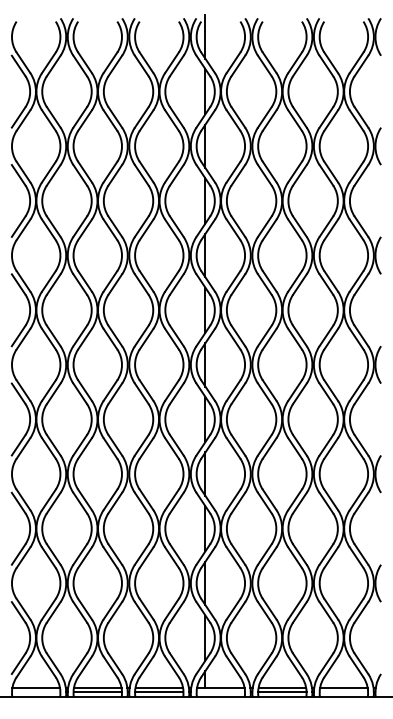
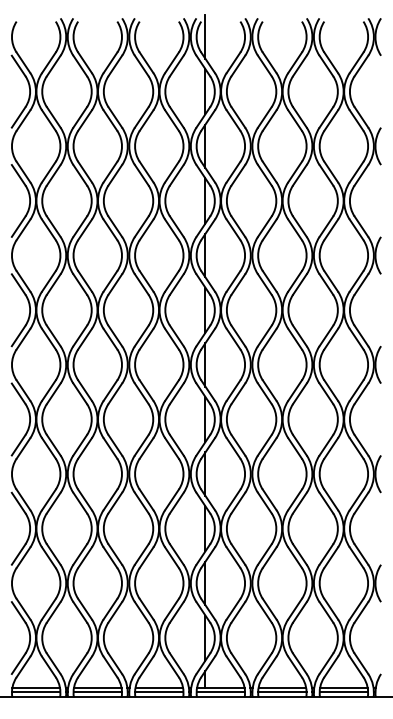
line at (36, 691): none -> present
line at (220, 691): none -> present
line at (343, 691): none -> present
